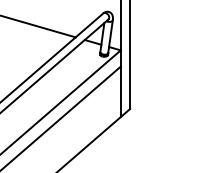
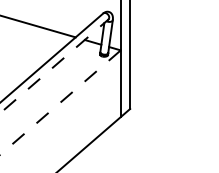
line at (54, 66): solid -> dashed
line at (60, 102): solid -> dashed
line at (61, 117): present -> none
